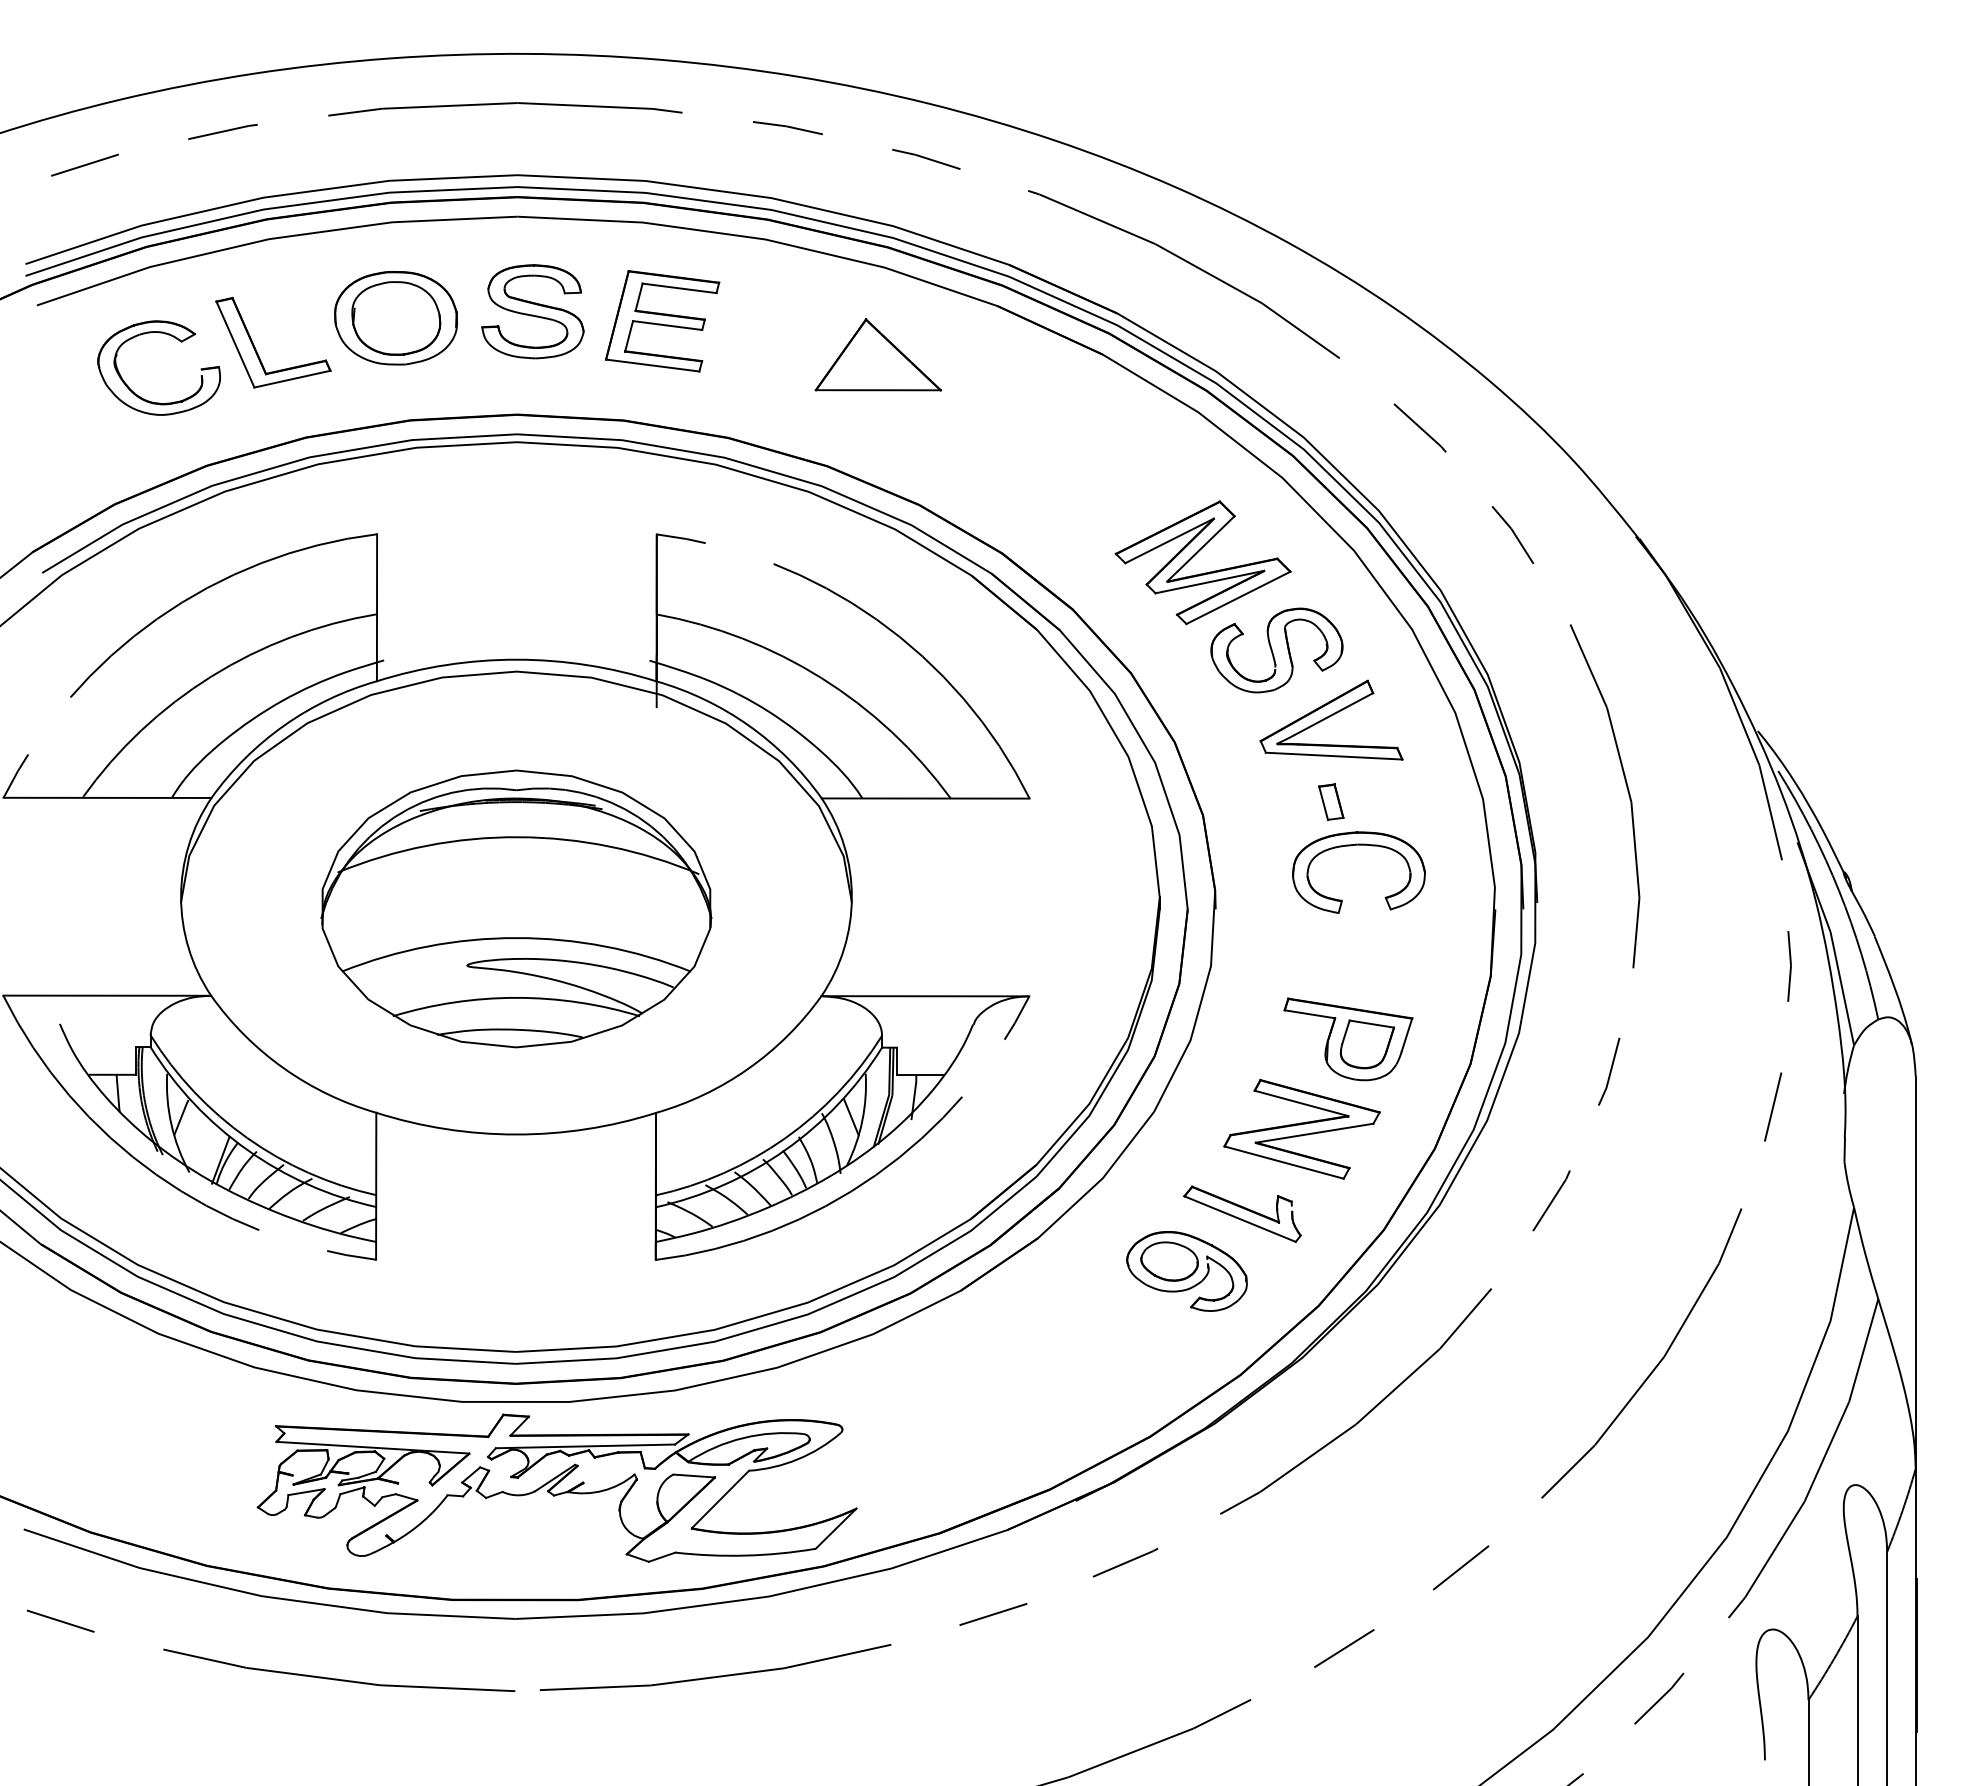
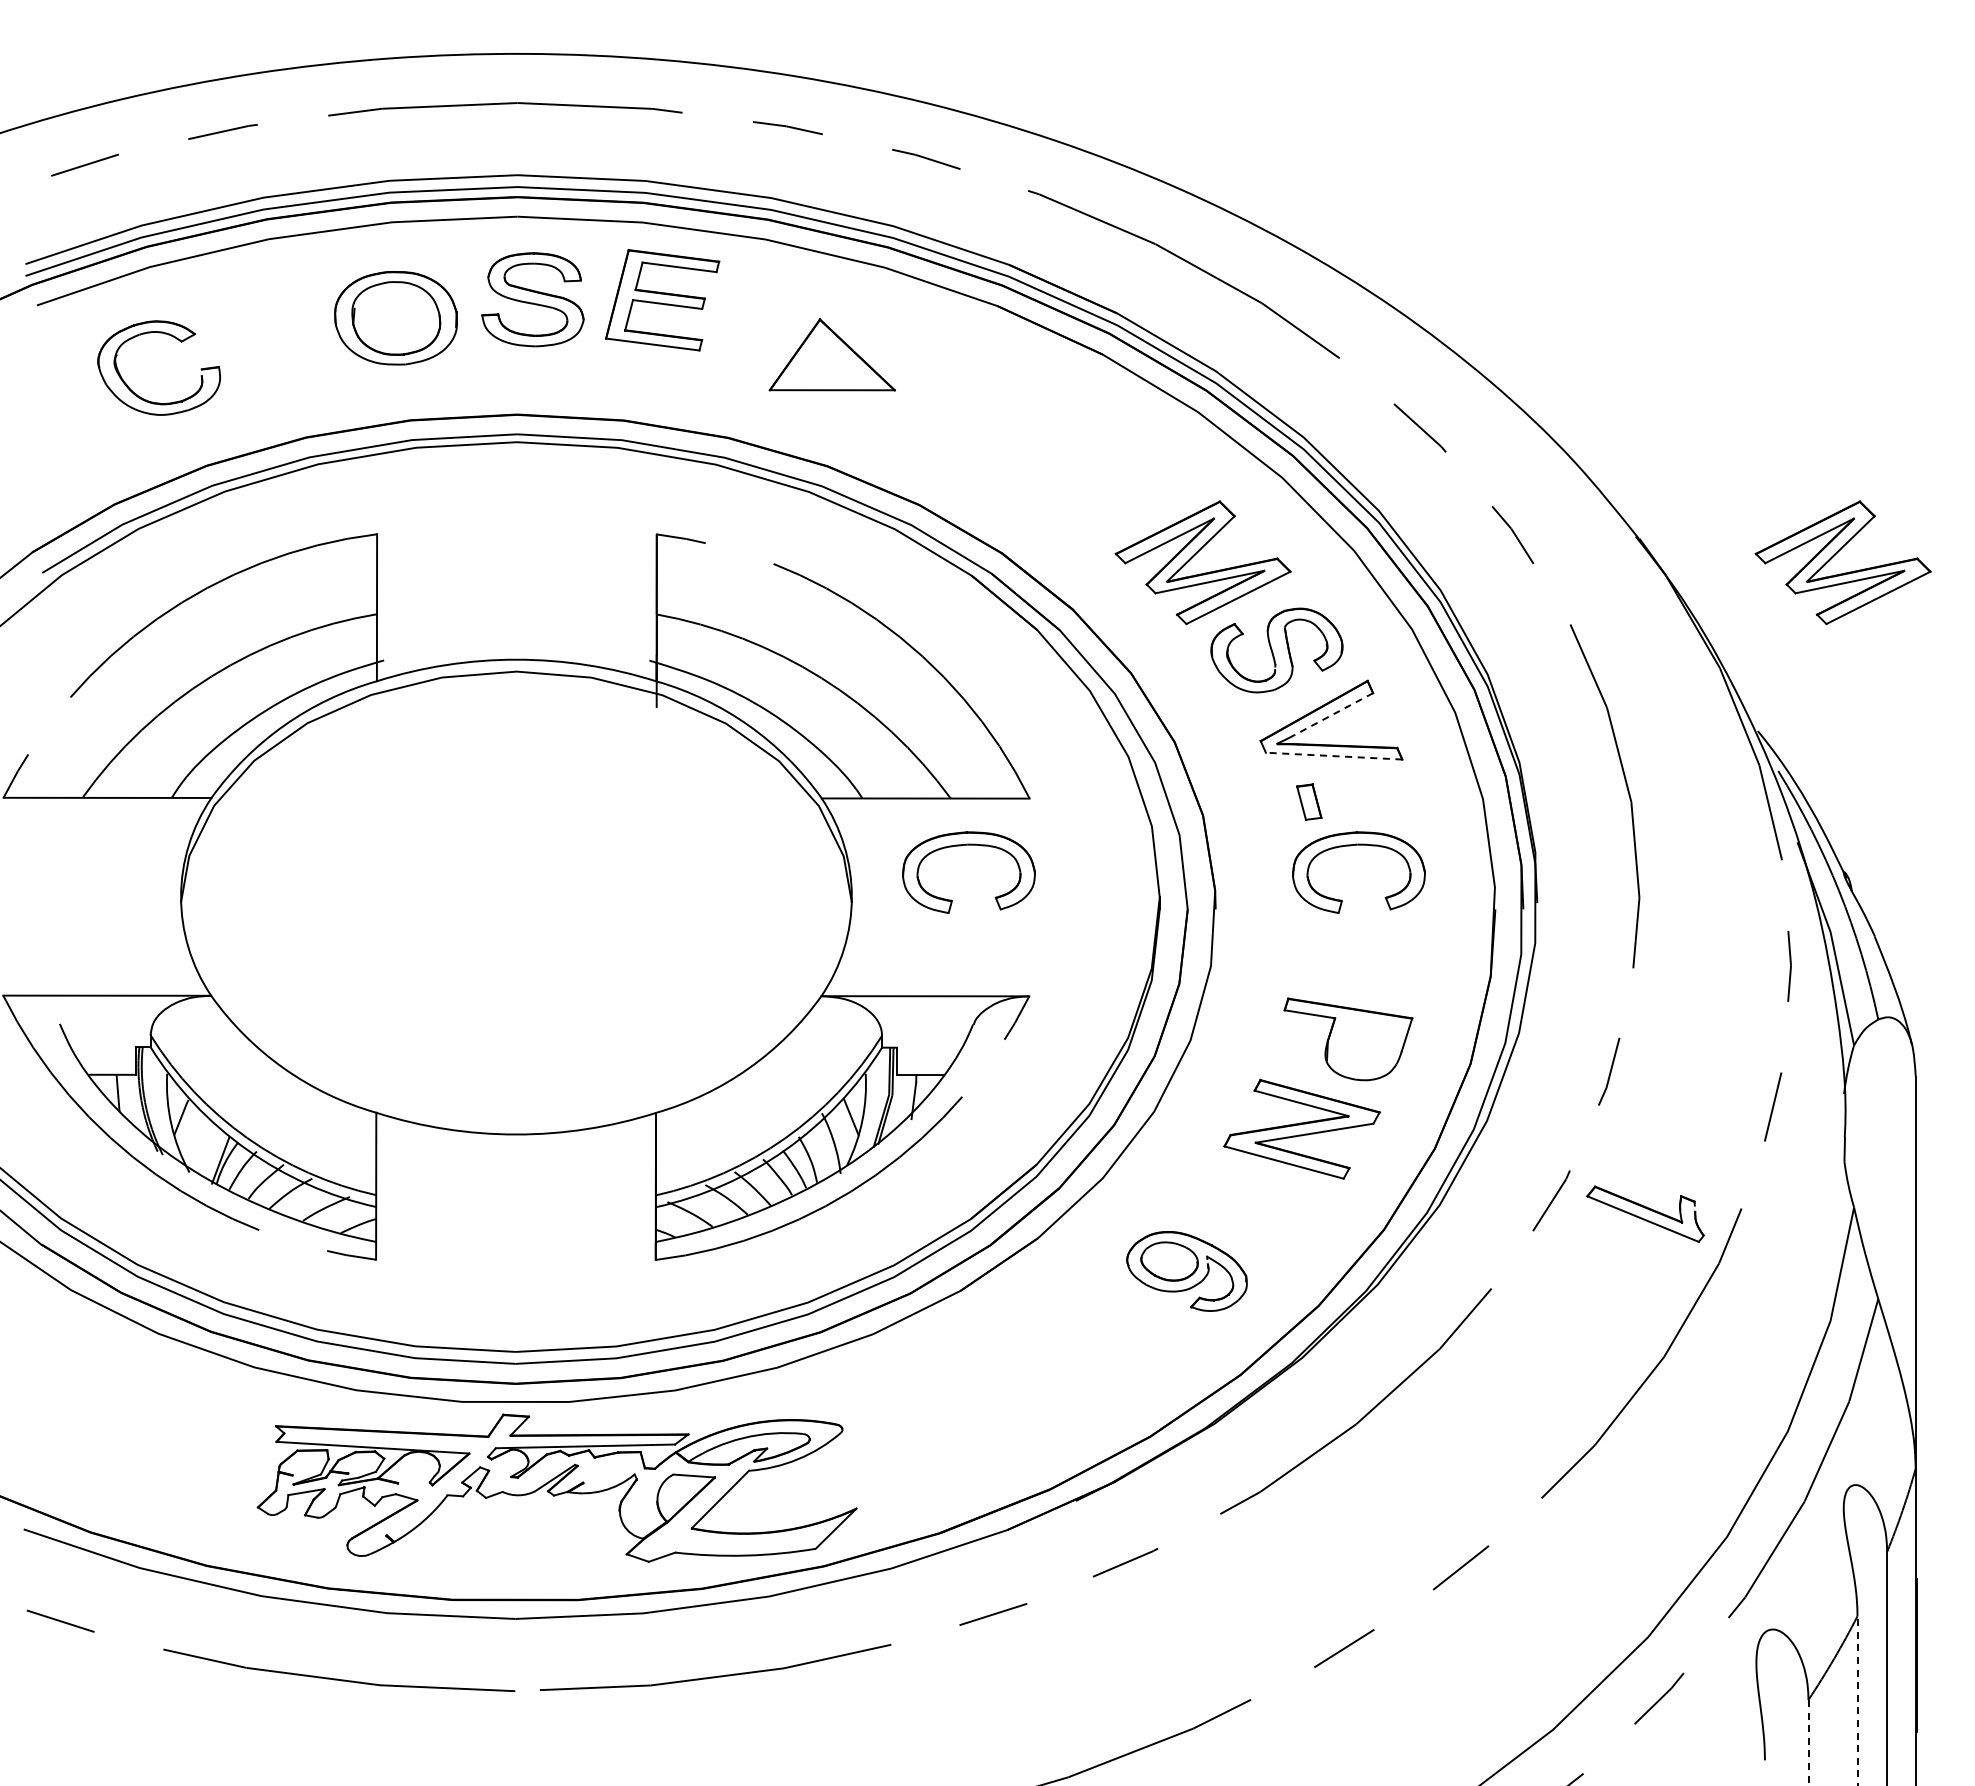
part at (532, 311) position: (532, 311) -> (532, 299)
part at (662, 321) position: (662, 321) -> (662, 300)
part at (257, 351): present -> none
part at (877, 354) position: (877, 354) -> (831, 354)
part at (1835, 555): none -> present
line at (1333, 714): solid -> dashed
line at (1333, 756): solid -> dashed
part at (1331, 801) position: (1331, 801) -> (1309, 801)
part at (968, 845): none -> present
part at (516, 908): present -> none
part at (1367, 1044): present -> none
part at (1242, 1213) position: (1242, 1213) -> (1645, 1213)
line at (1857, 1700): solid -> dashed
line at (1808, 1742): solid -> dashed
